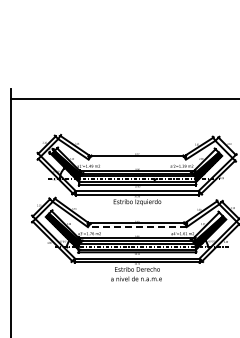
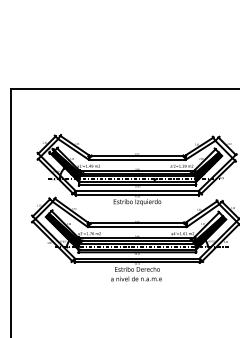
line at (123, 98) position: (123, 98) -> (123, 88)
line at (136, 159): none -> present
line at (136, 227): dashed -> solid
